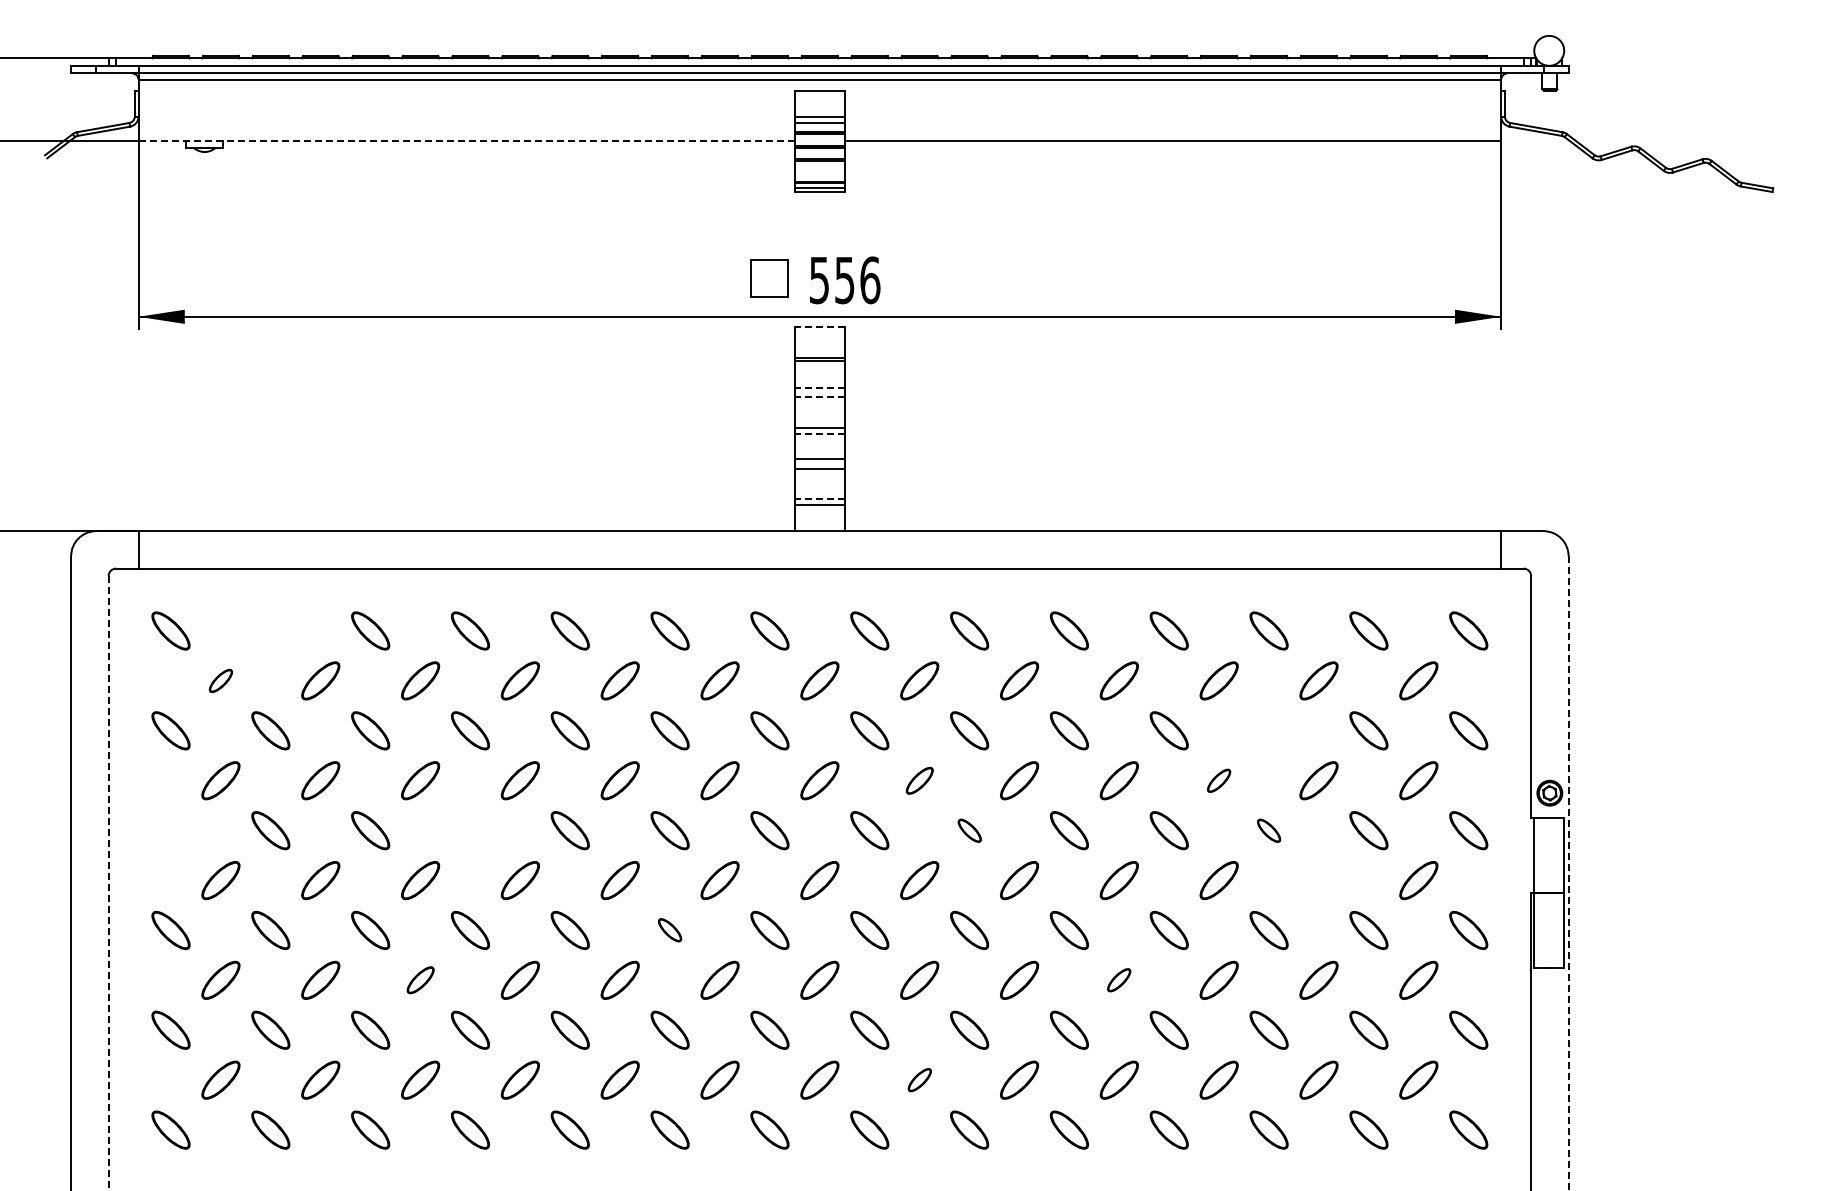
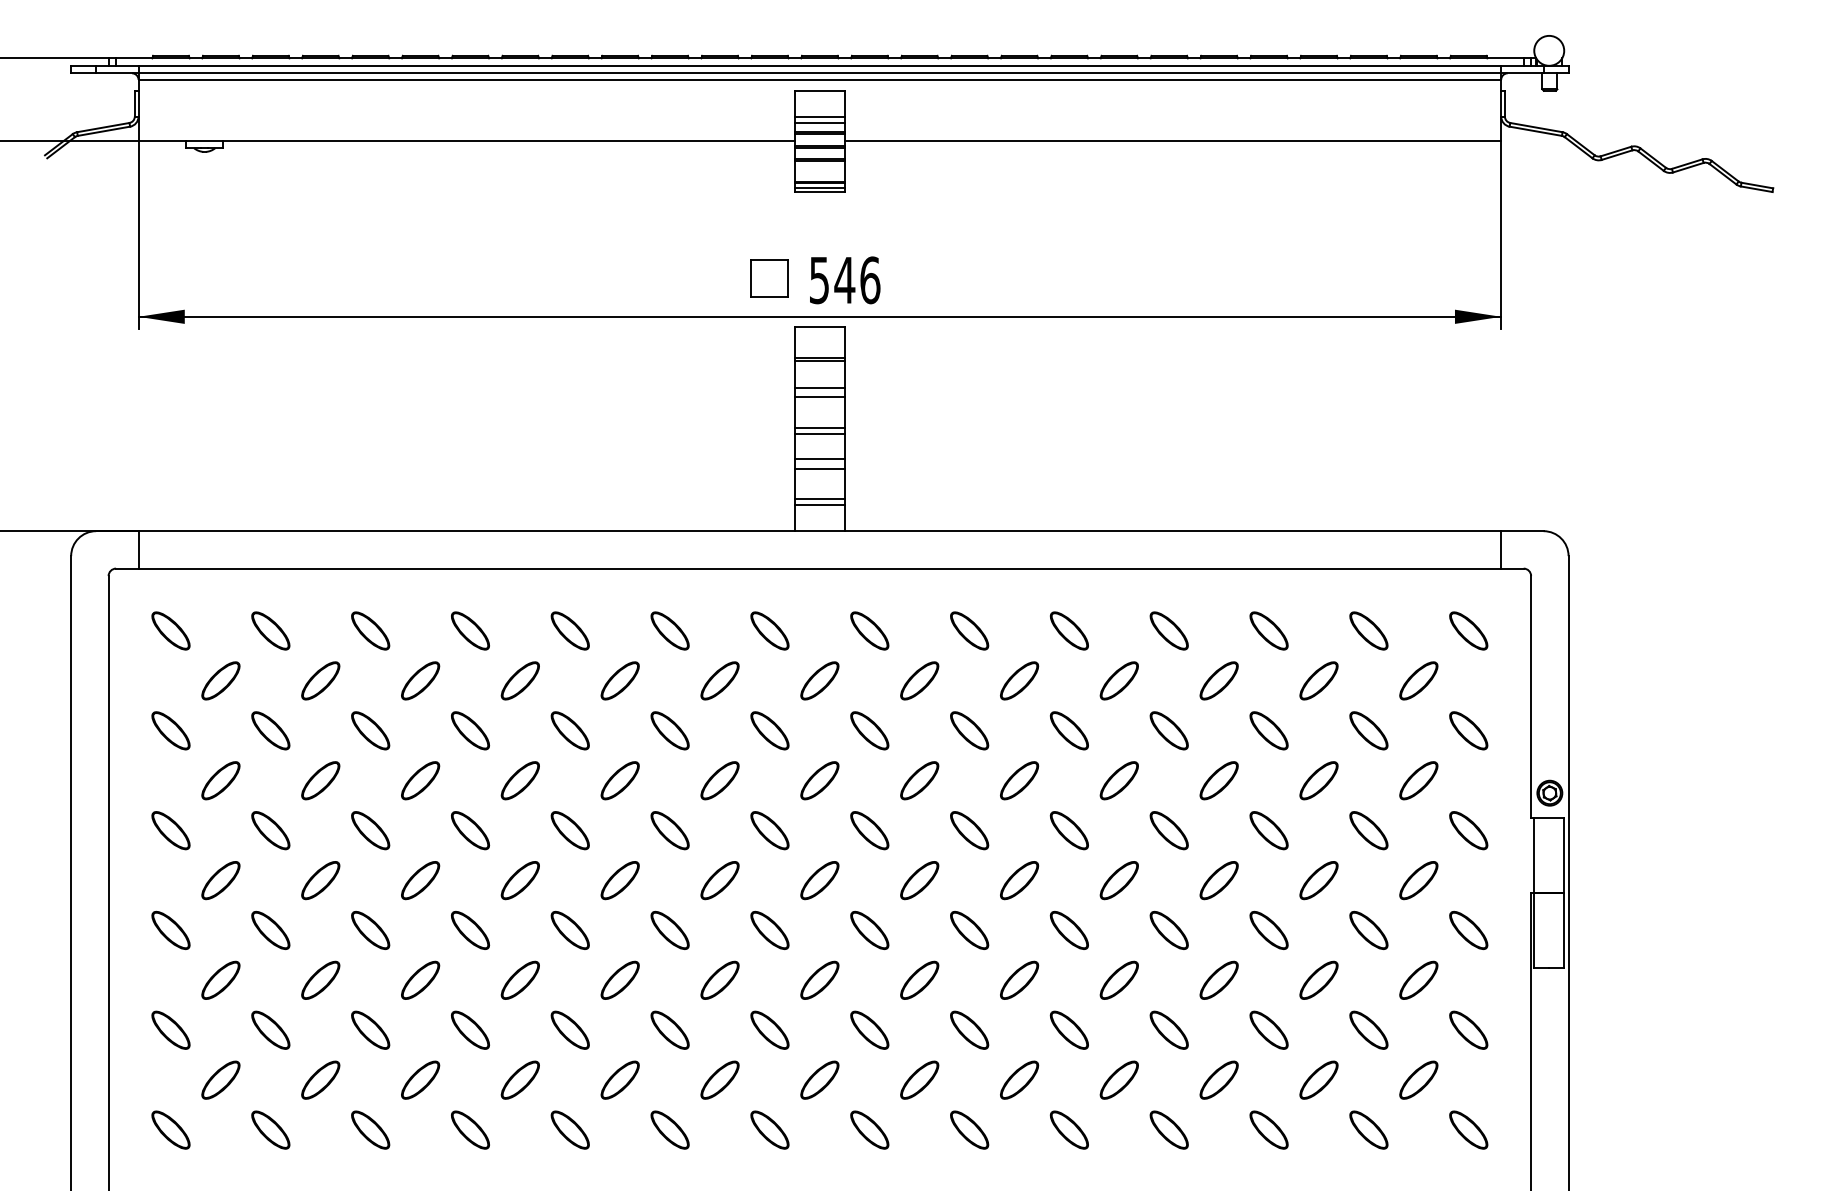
line at (466, 140): dashed -> solid
text at (844, 280): 556 -> 546
line at (819, 326): dashed -> solid
line at (819, 387): dashed -> solid
line at (819, 397): dashed -> solid
line at (819, 433): dashed -> solid
line at (819, 499): dashed -> solid
part at (270, 630): none -> present
part at (220, 680) size: 25x25 px -> 40x40 px
part at (1268, 730): none -> present
part at (919, 780) size: 29x29 px -> 40x40 px
part at (1219, 780) size: 25x25 px -> 40x40 px
part at (170, 830): none -> present
part at (470, 830): none -> present
part at (969, 830) size: 25x25 px -> 40x40 px
part at (1269, 830) size: 25x25 px -> 40x40 px
line at (1568, 874): dashed -> solid
part at (1318, 880): none -> present
line at (108, 884): dashed -> solid
part at (670, 930) size: 25x25 px -> 40x40 px
part at (420, 980) size: 29x29 px -> 40x40 px
part at (1119, 980) size: 25x25 px -> 40x40 px
part at (919, 1080) size: 25x25 px -> 40x40 px
